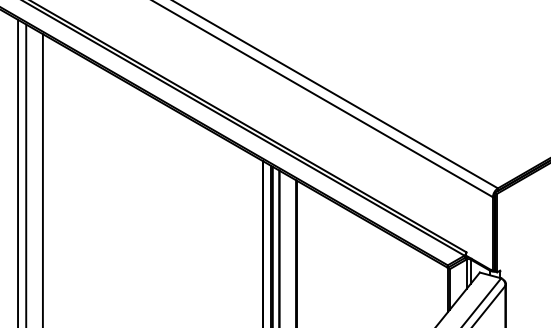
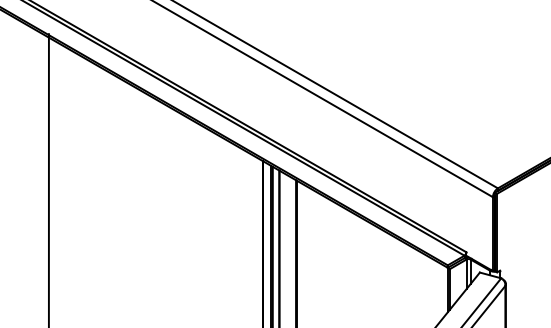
line at (18, 171): present -> none
line at (26, 174): present -> none
line at (42, 179) position: (42, 179) -> (48, 179)
